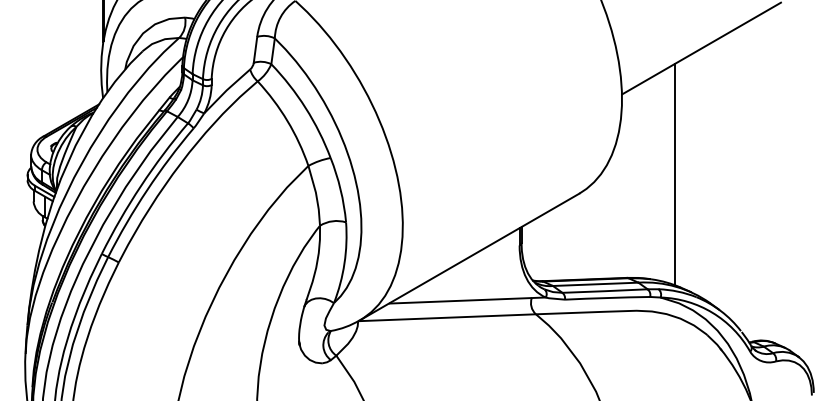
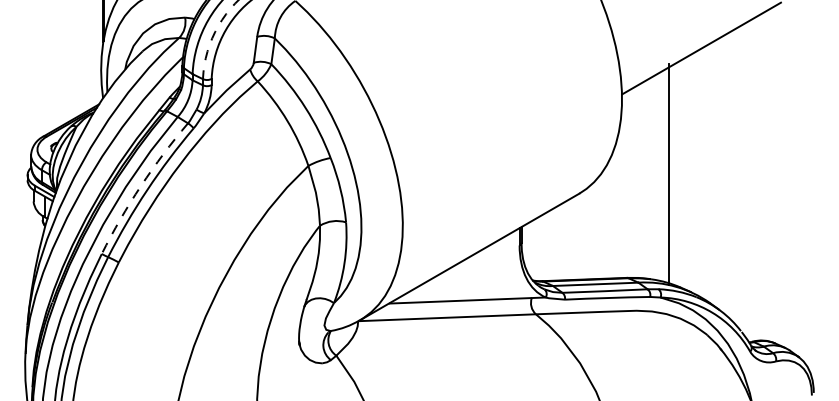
arc at (212, 38): solid -> dashed
line at (674, 174) position: (674, 174) -> (668, 174)
arc at (140, 186): solid -> dashed
